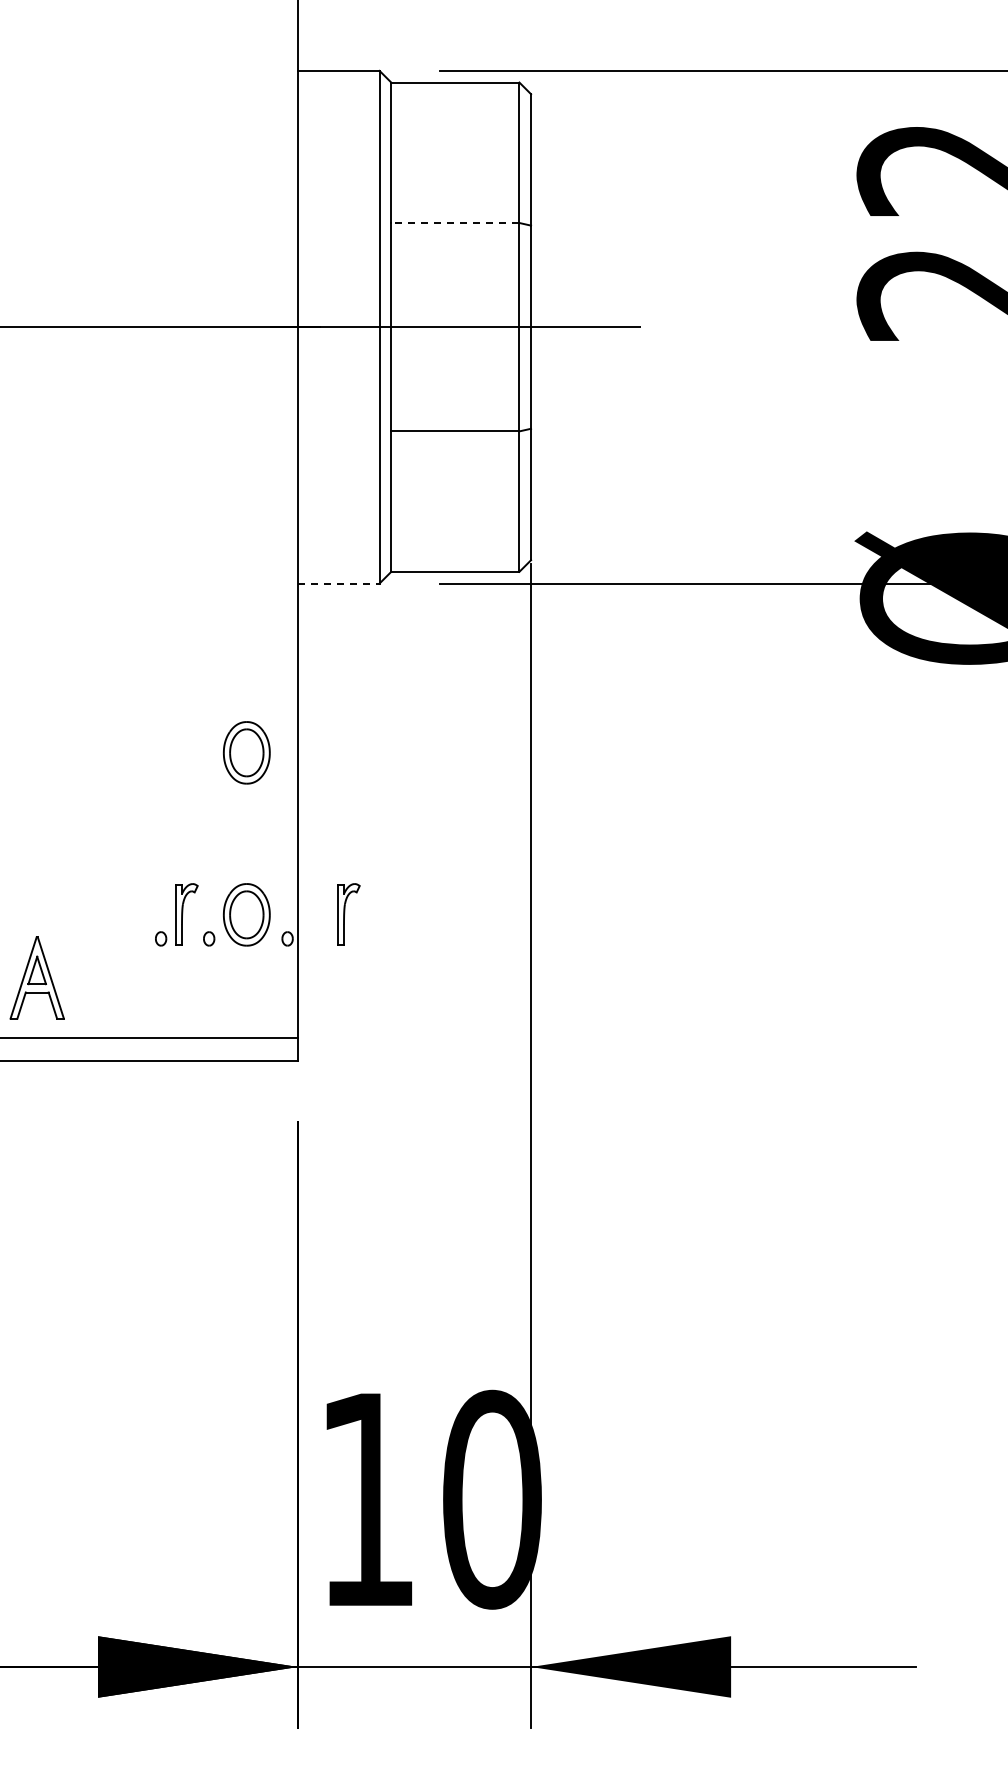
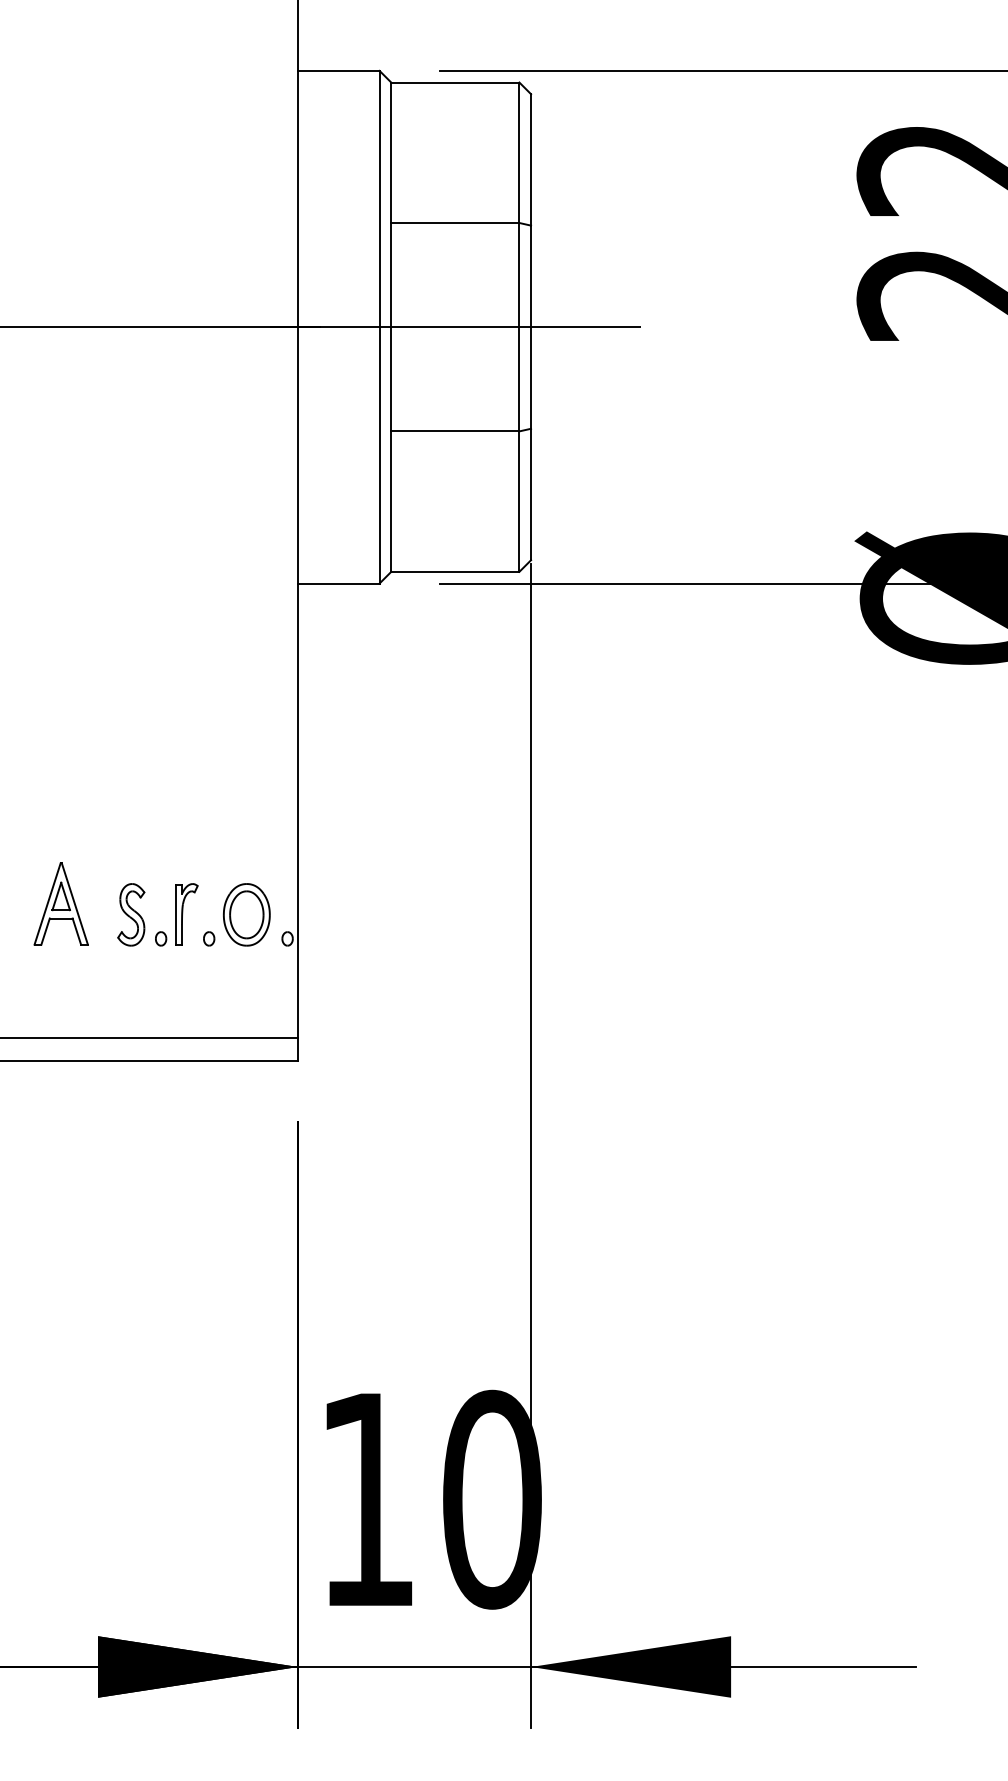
line at (454, 223): dashed -> solid
line at (338, 583): dashed -> solid
part at (246, 752): present -> none
part at (131, 914): none -> present
part at (348, 914): present -> none
part at (36, 977) position: (36, 977) -> (60, 903)
